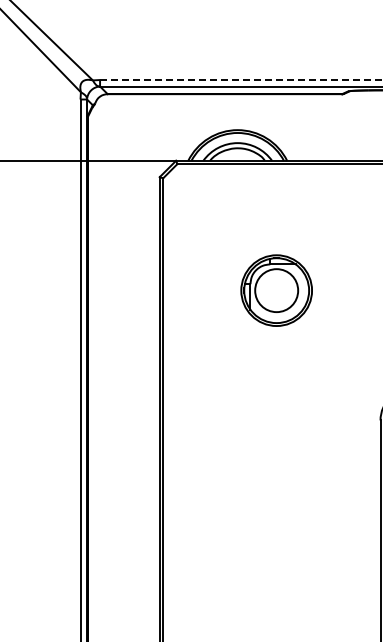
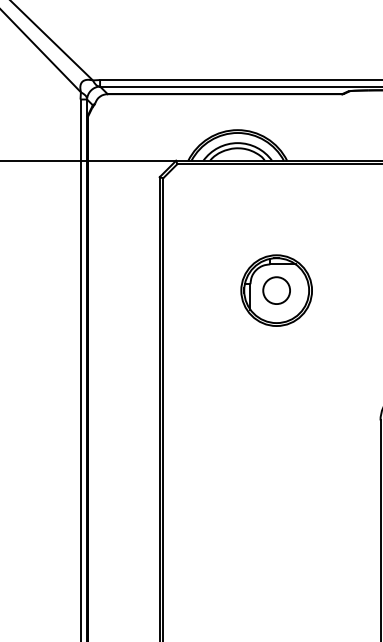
line at (242, 80): dashed -> solid
circle at (276, 290) diameter: 43 px -> 27 px
